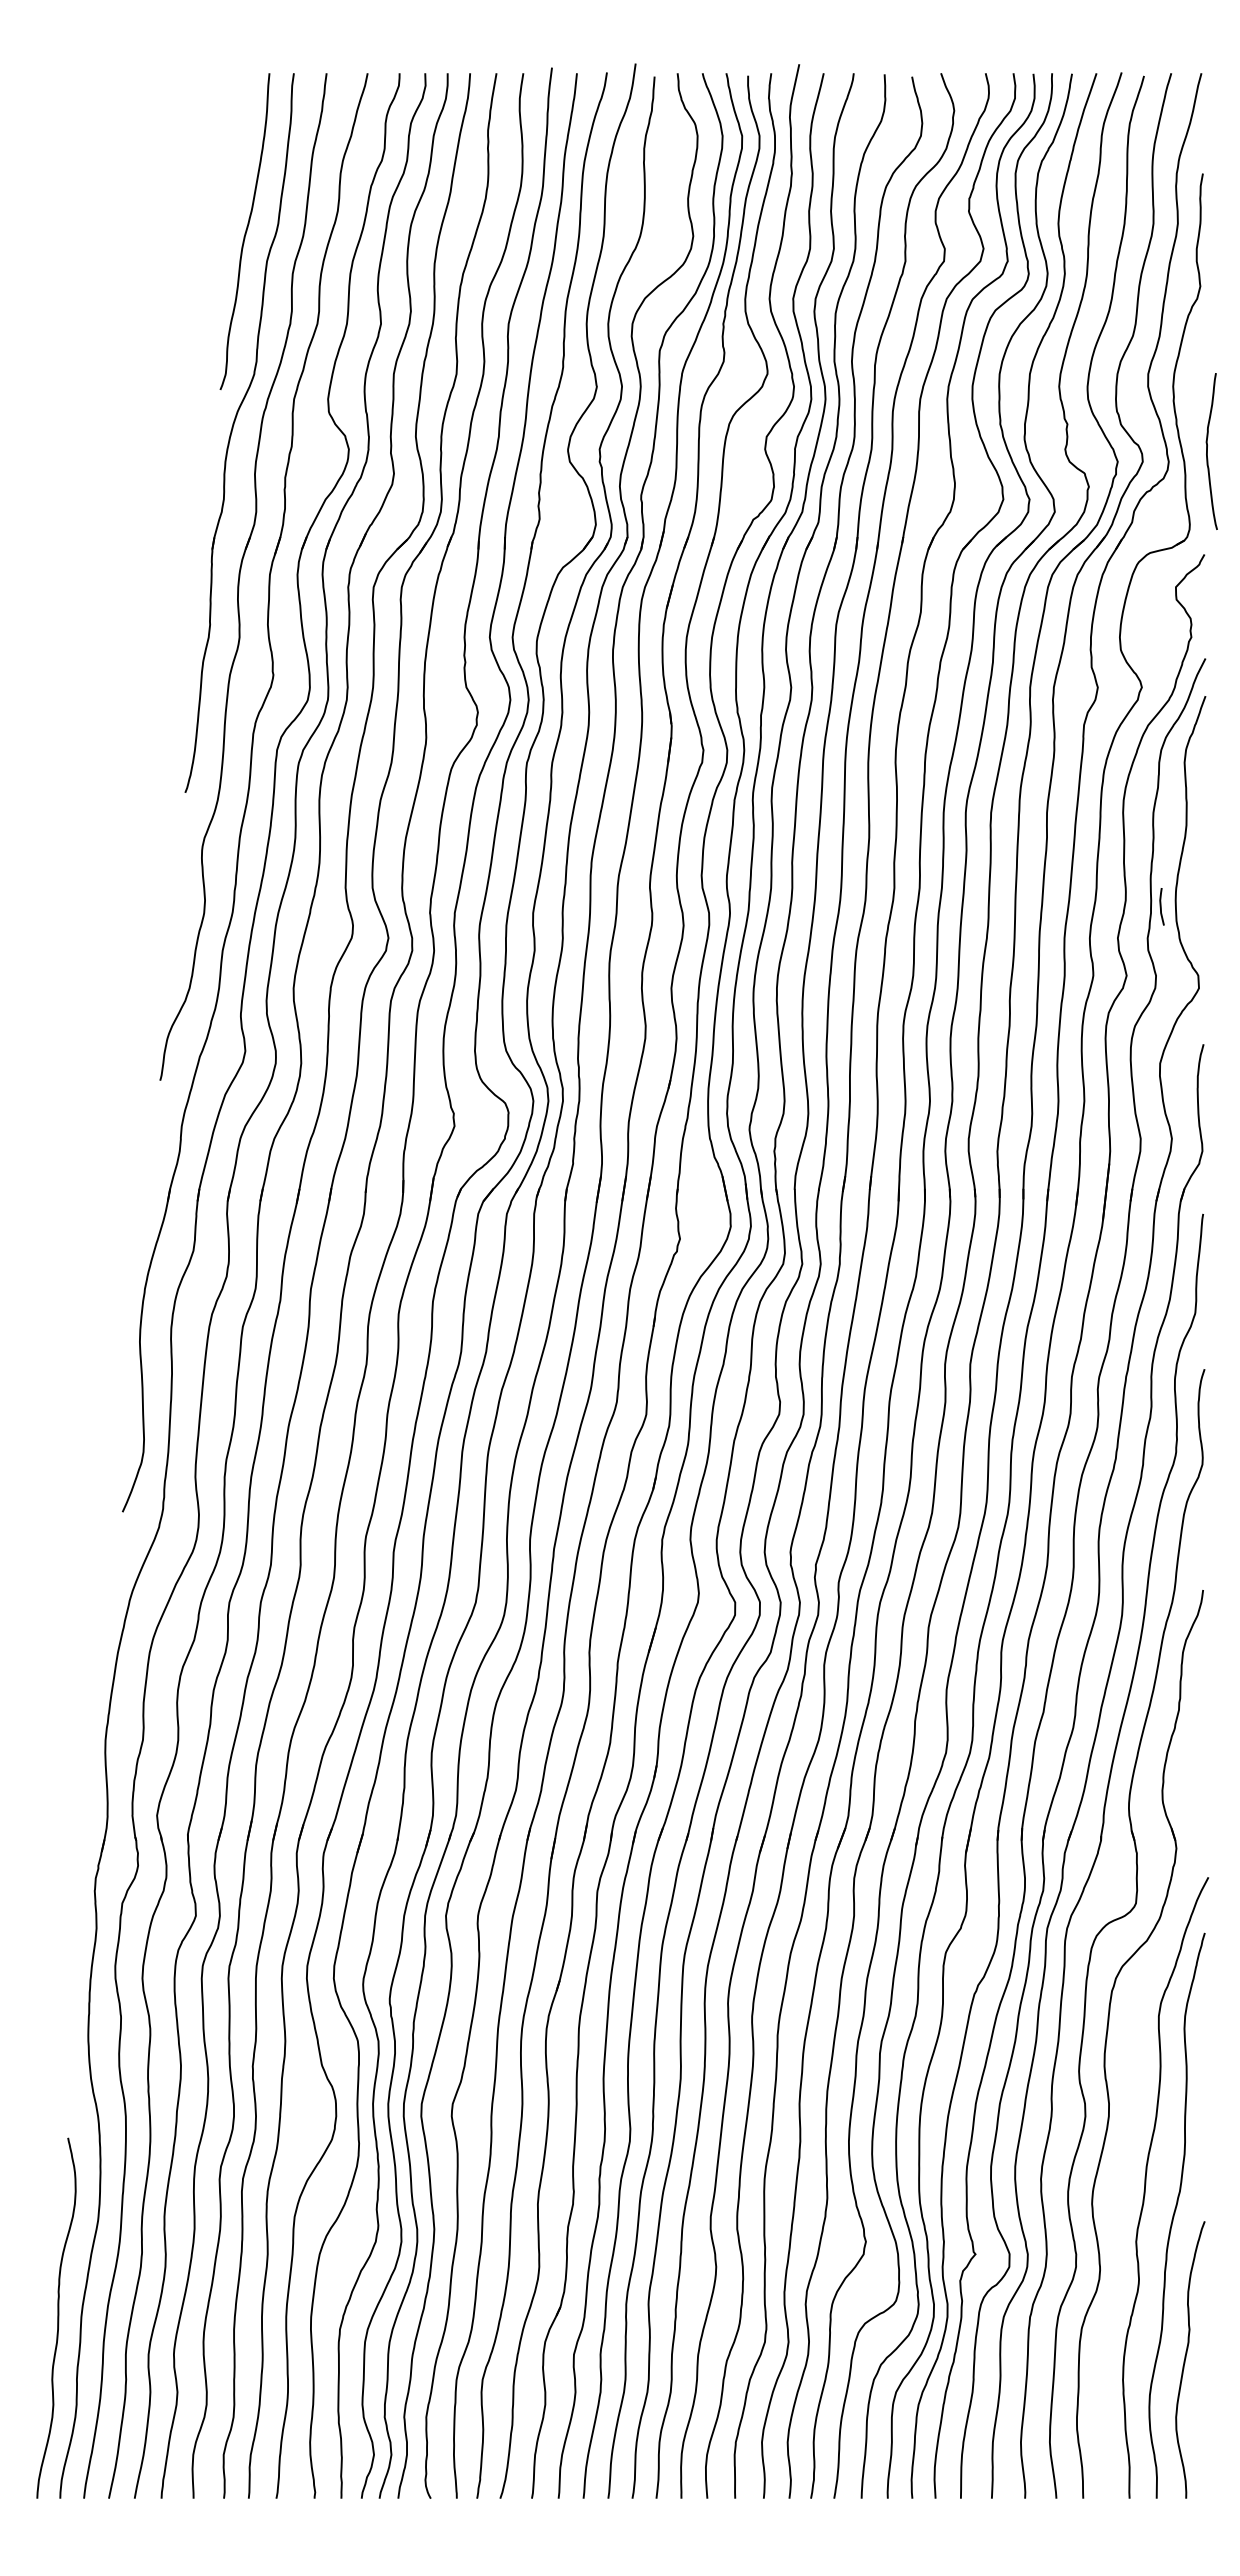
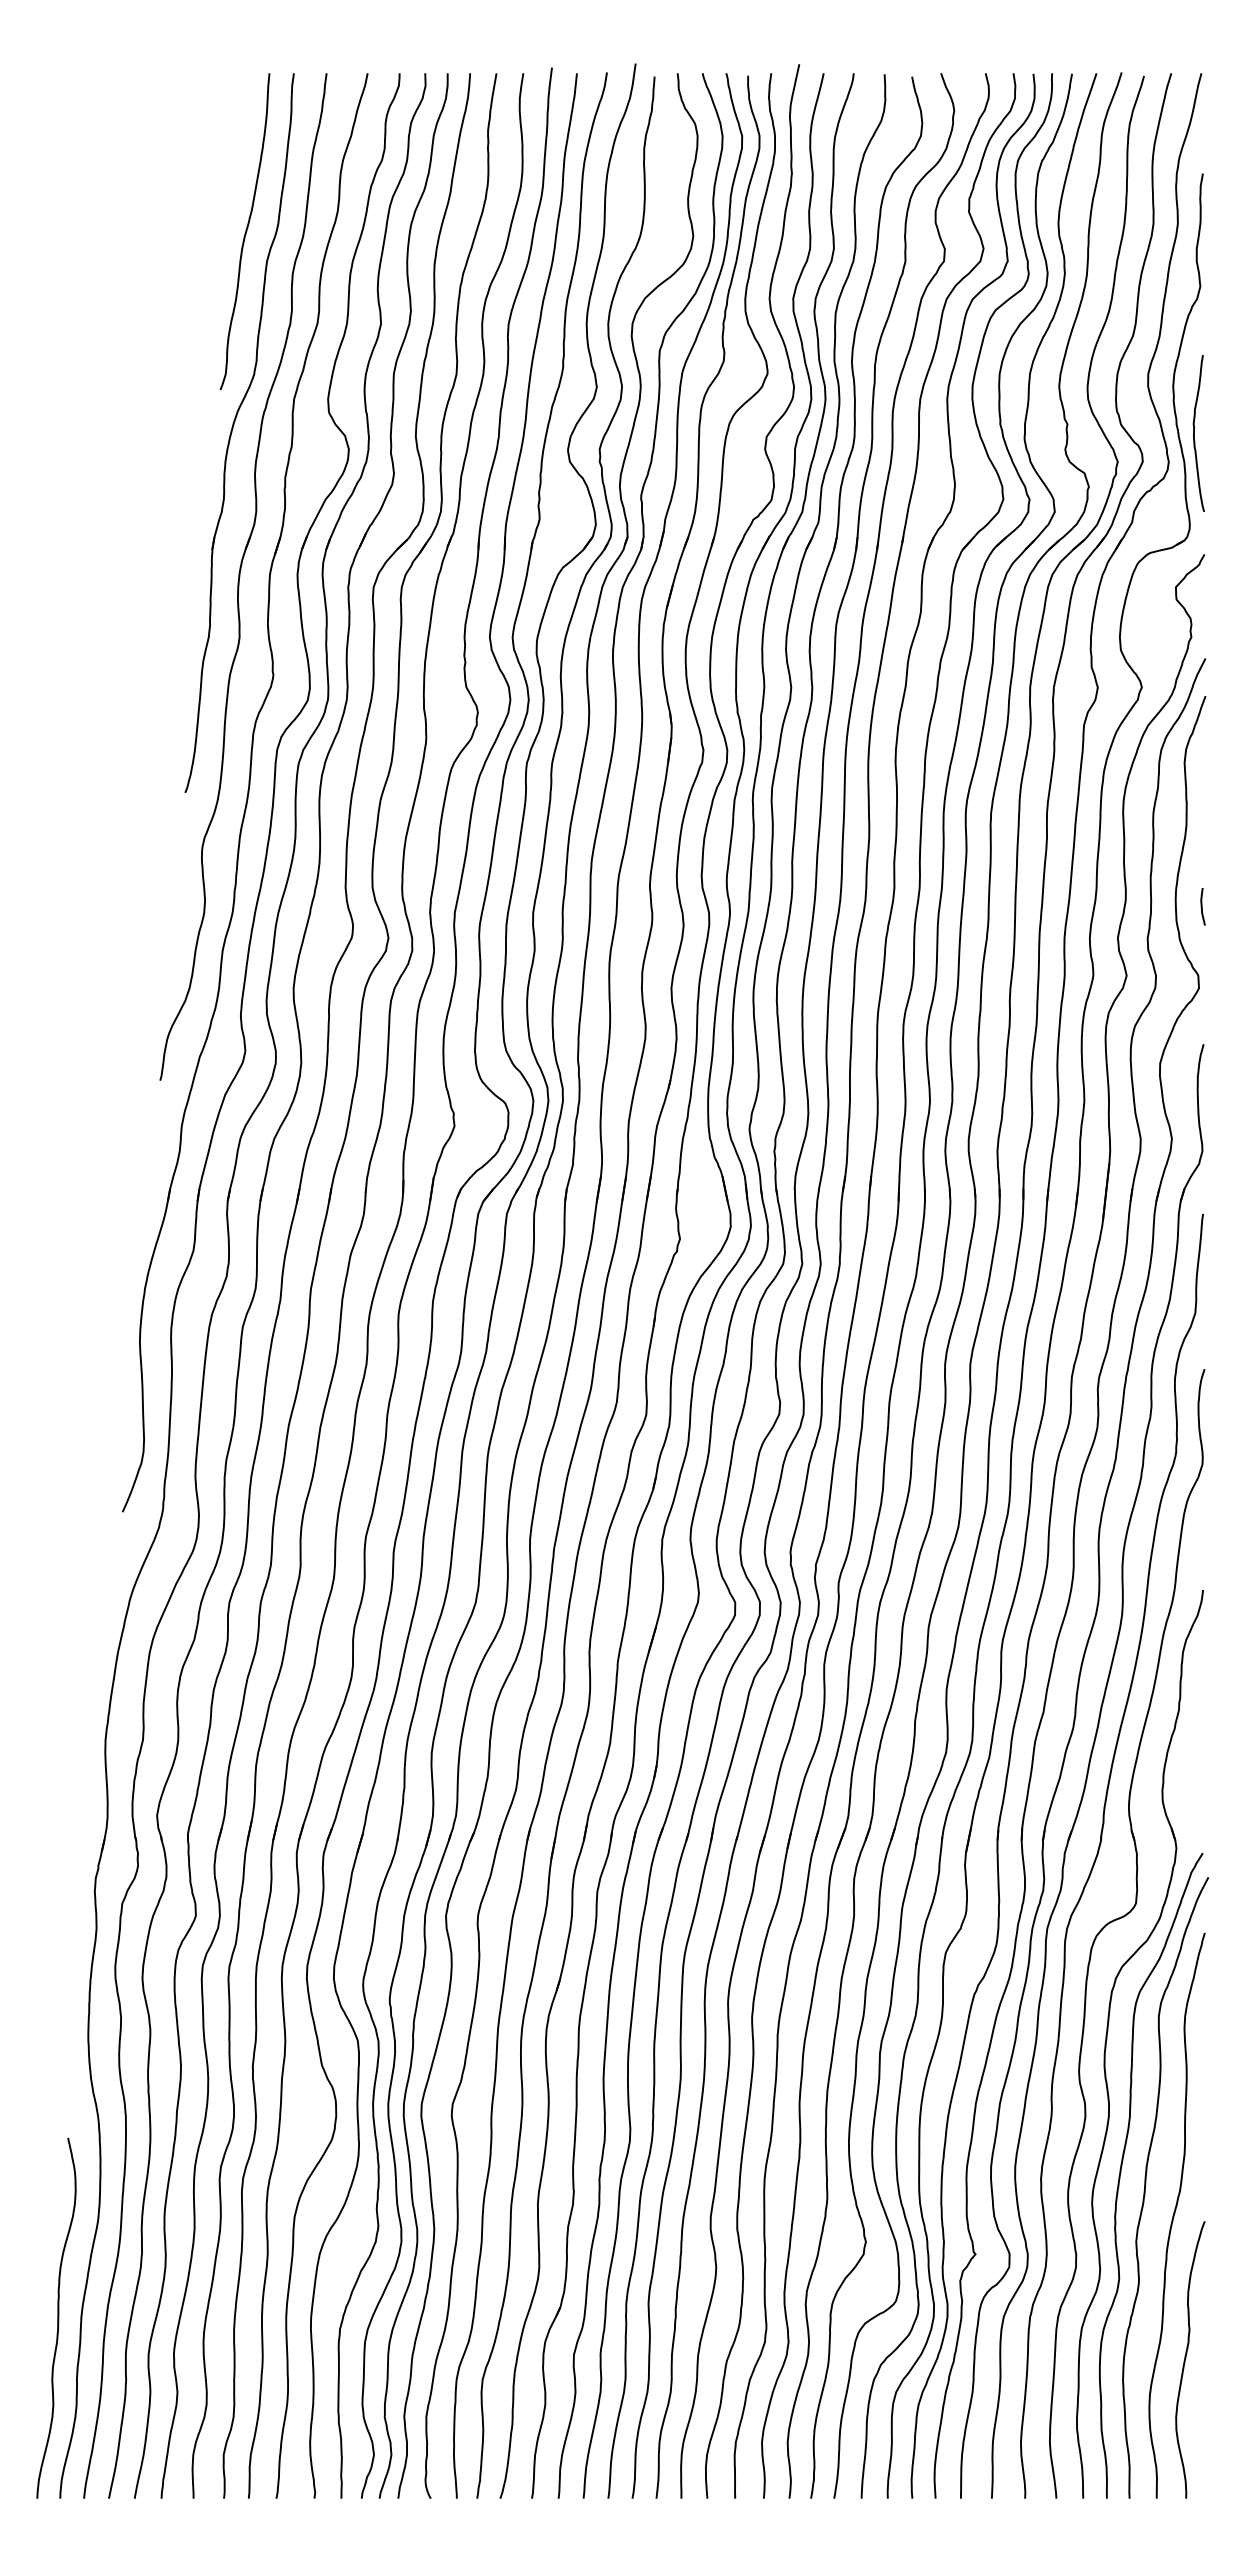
curve at (1207, 451) position: (1207, 451) -> (1194, 433)
curve at (1161, 906) position: (1161, 906) -> (1202, 906)
curve at (1121, 2173): none -> present
